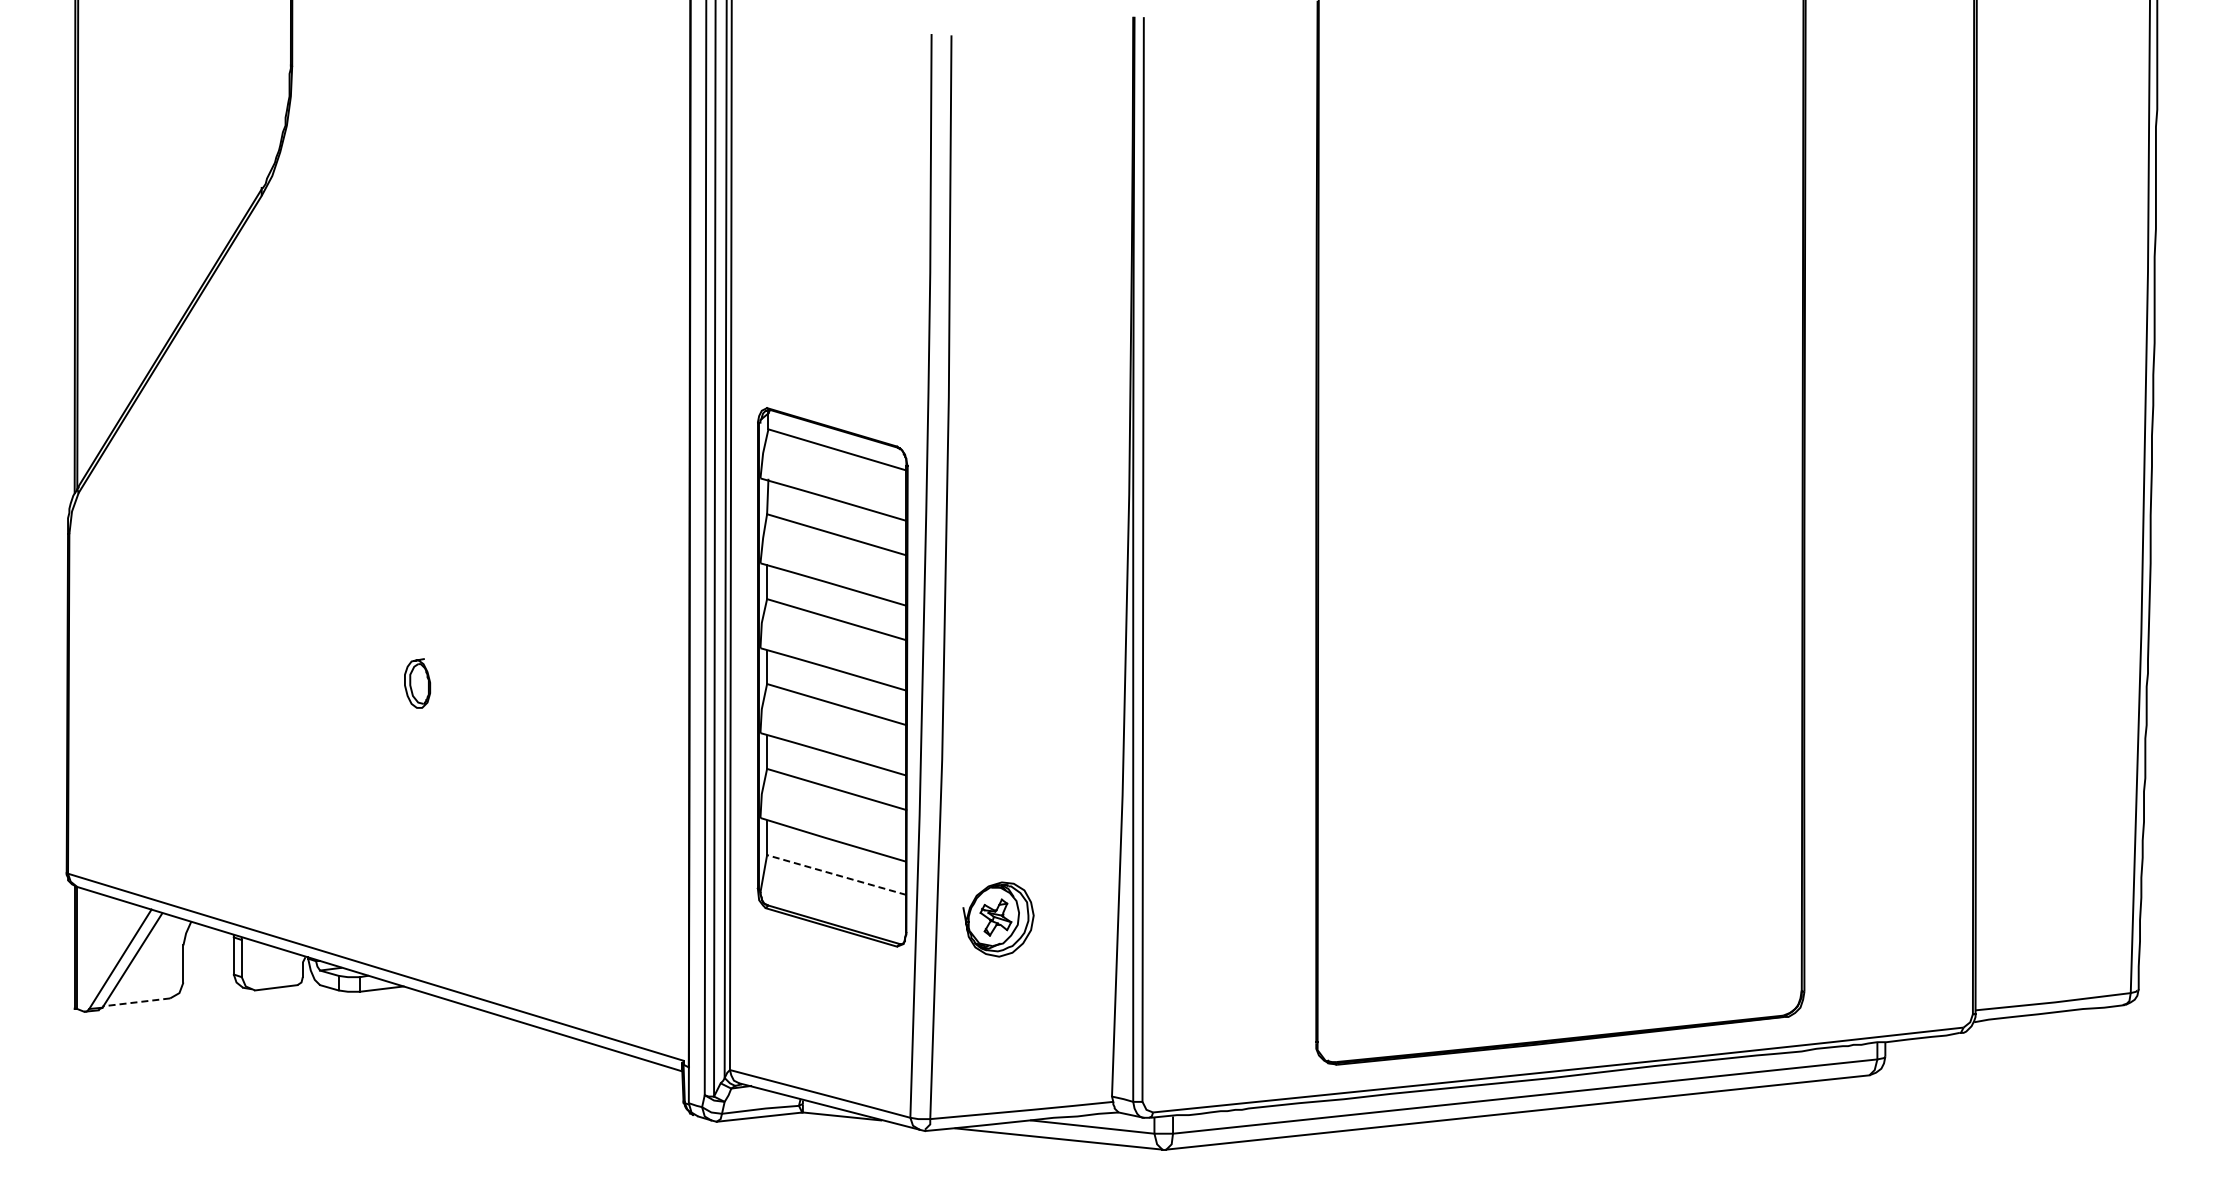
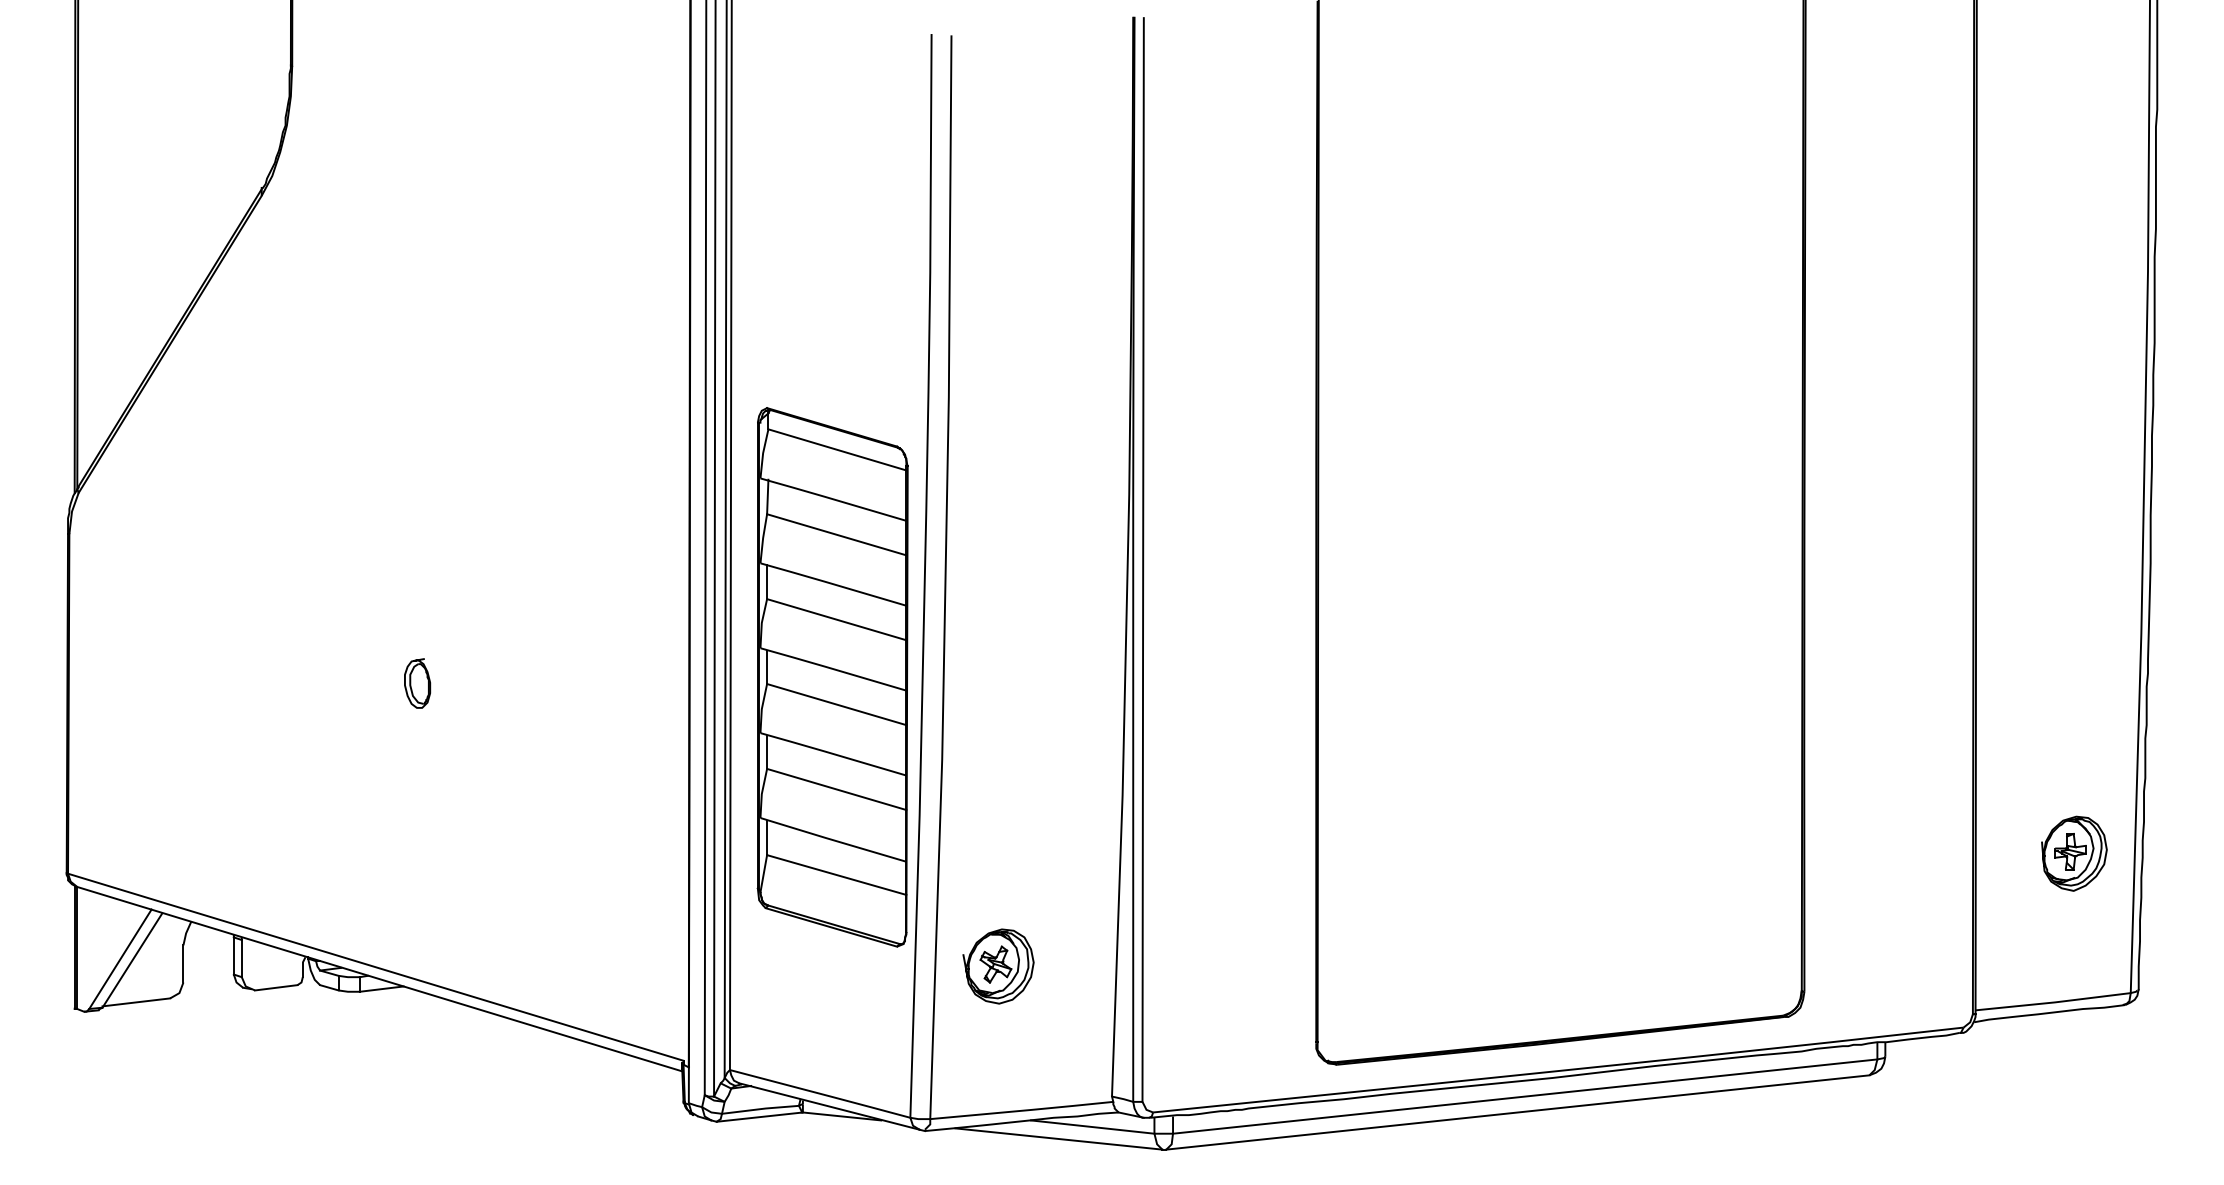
part at (2074, 853): none -> present
line at (836, 874): dashed -> solid
part at (998, 919) position: (998, 919) -> (998, 966)
line at (135, 1002): dashed -> solid
